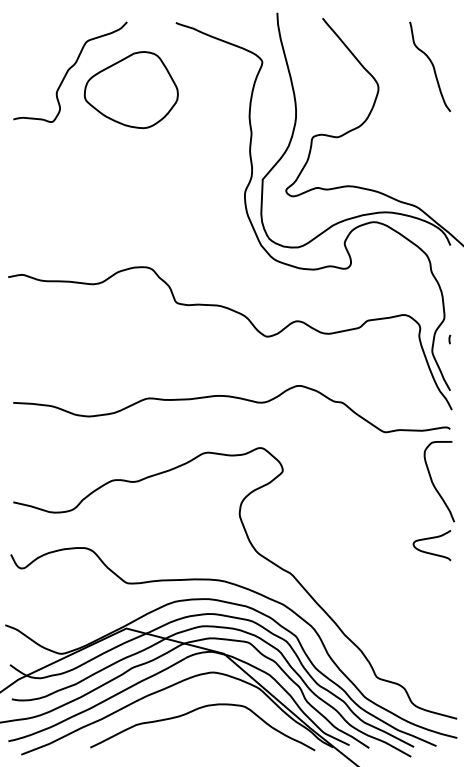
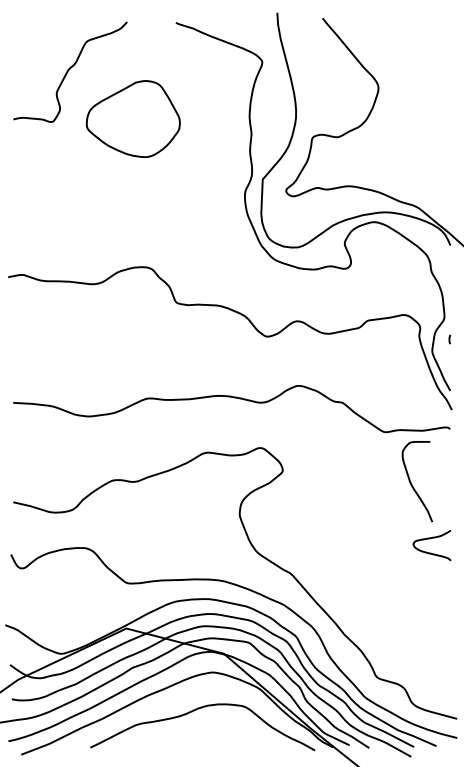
curve at (432, 66): present -> none
part at (130, 89) position: (130, 89) -> (132, 118)
curve at (434, 484) position: (434, 484) -> (412, 484)
